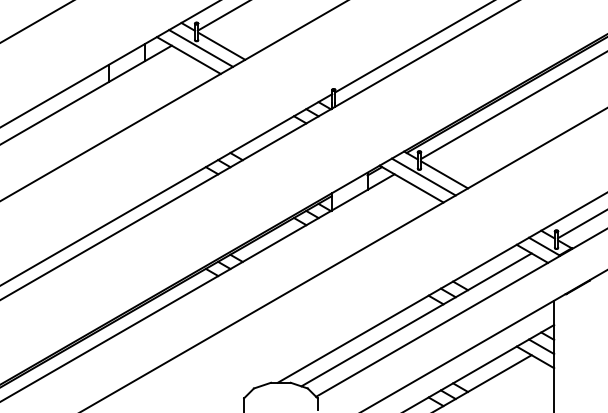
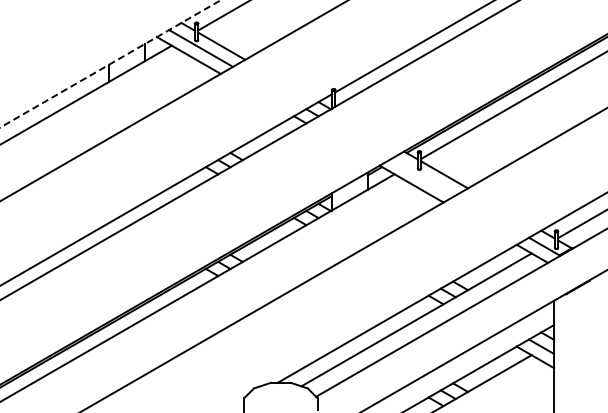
line at (36, 21): present -> none
line at (110, 64): solid -> dashed
line at (423, 176): present -> none
